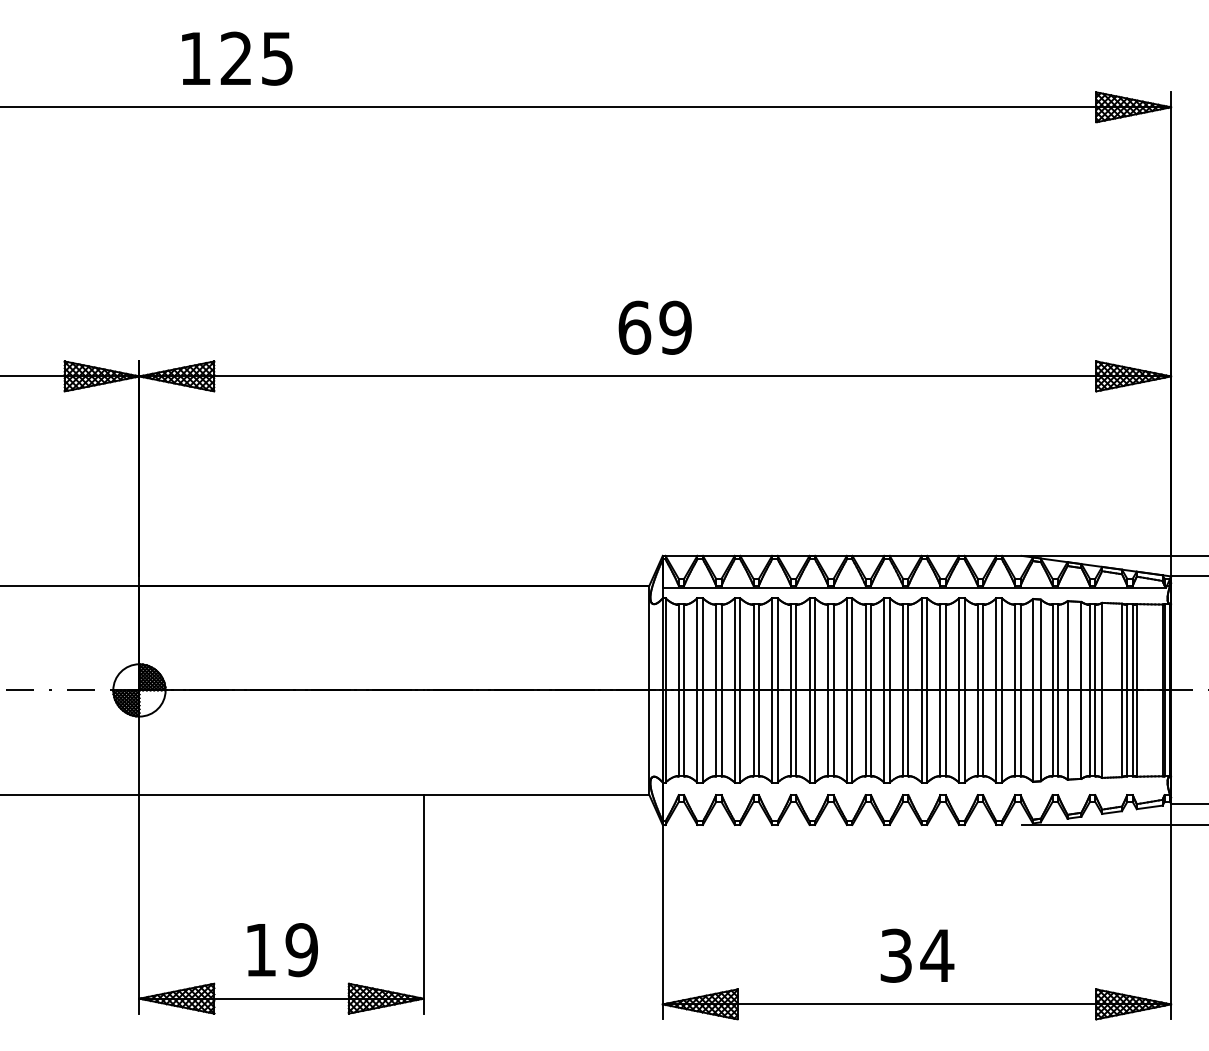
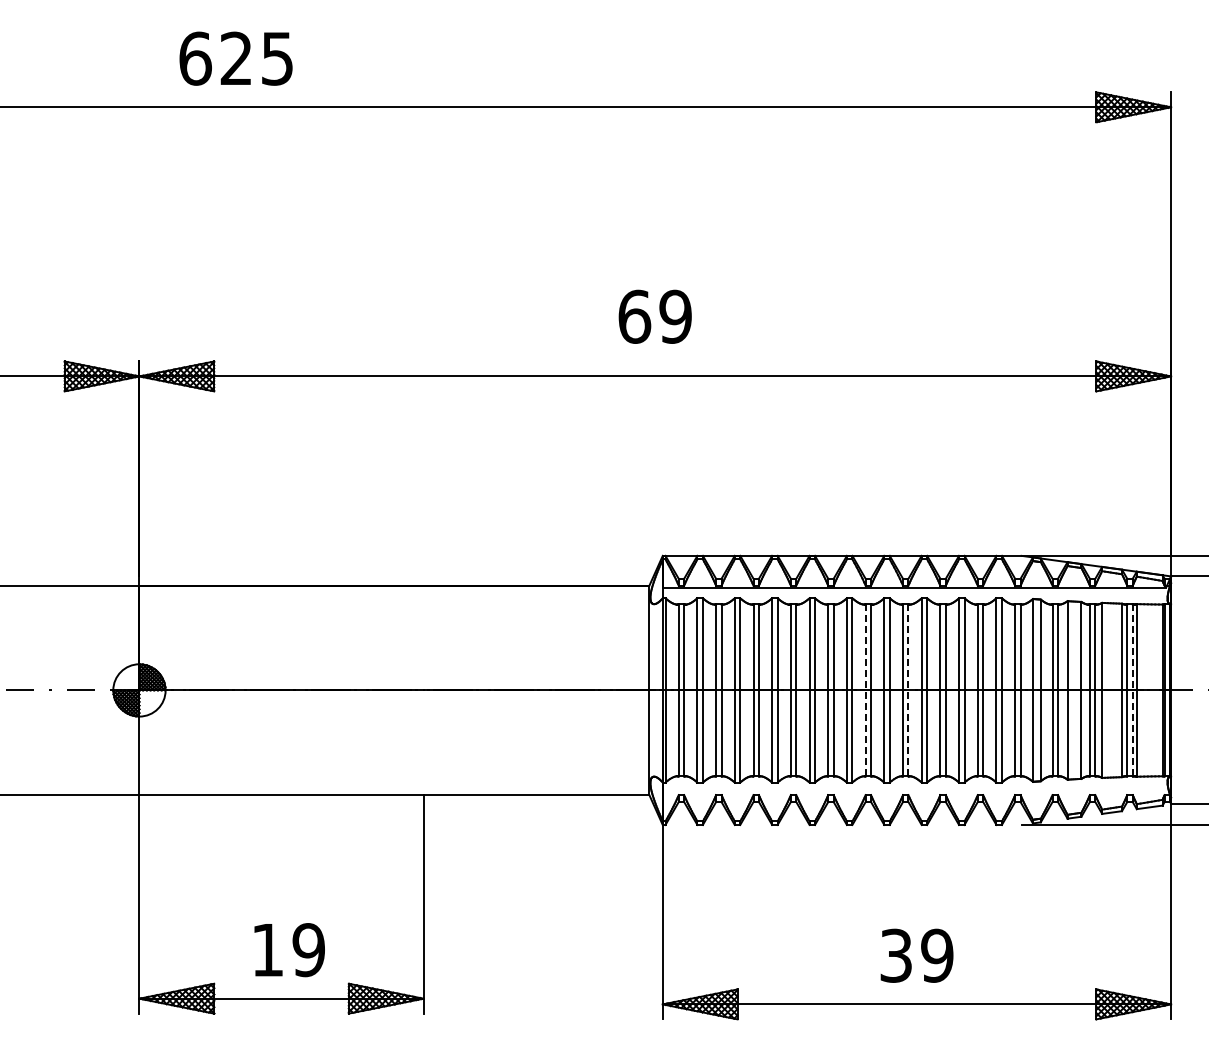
text at (195, 58): 125 -> 625
text at (654, 327) position: (654, 327) -> (654, 316)
line at (865, 689): solid -> dashed
line at (908, 689): solid -> dashed
line at (1132, 689): solid -> dashed
text at (282, 950) position: (282, 950) -> (289, 950)
text at (937, 955): 34 -> 39
